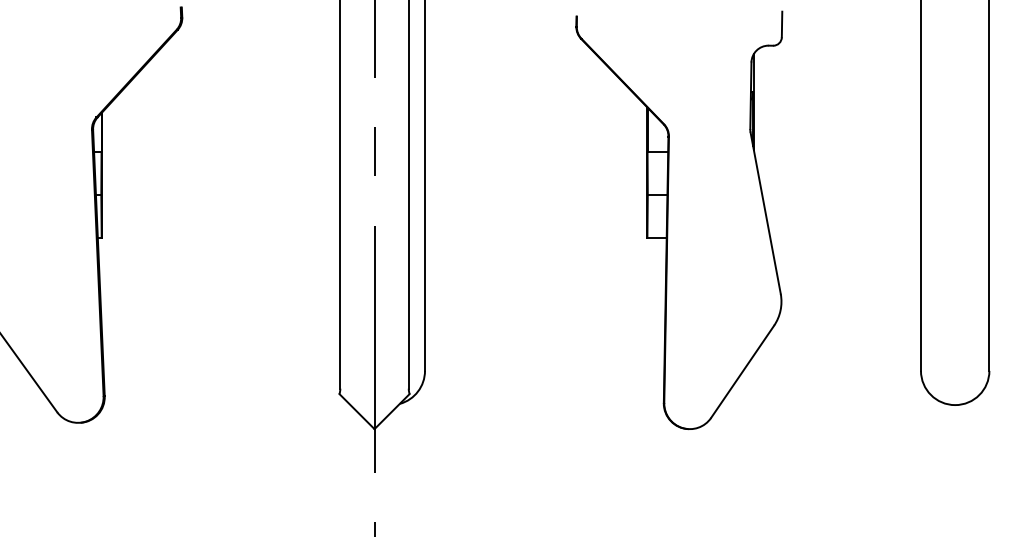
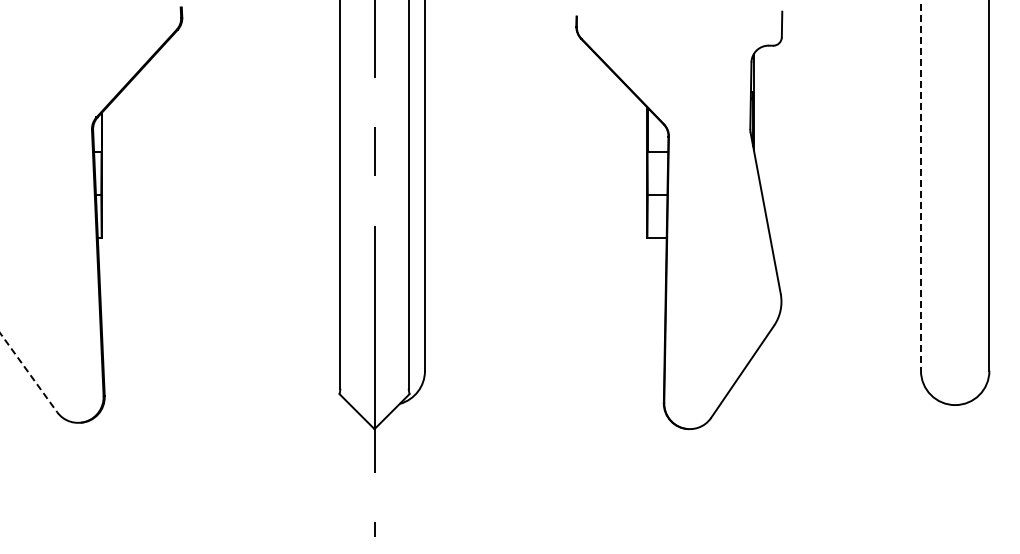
line at (920, 186): solid -> dashed
line at (28, 372): solid -> dashed
